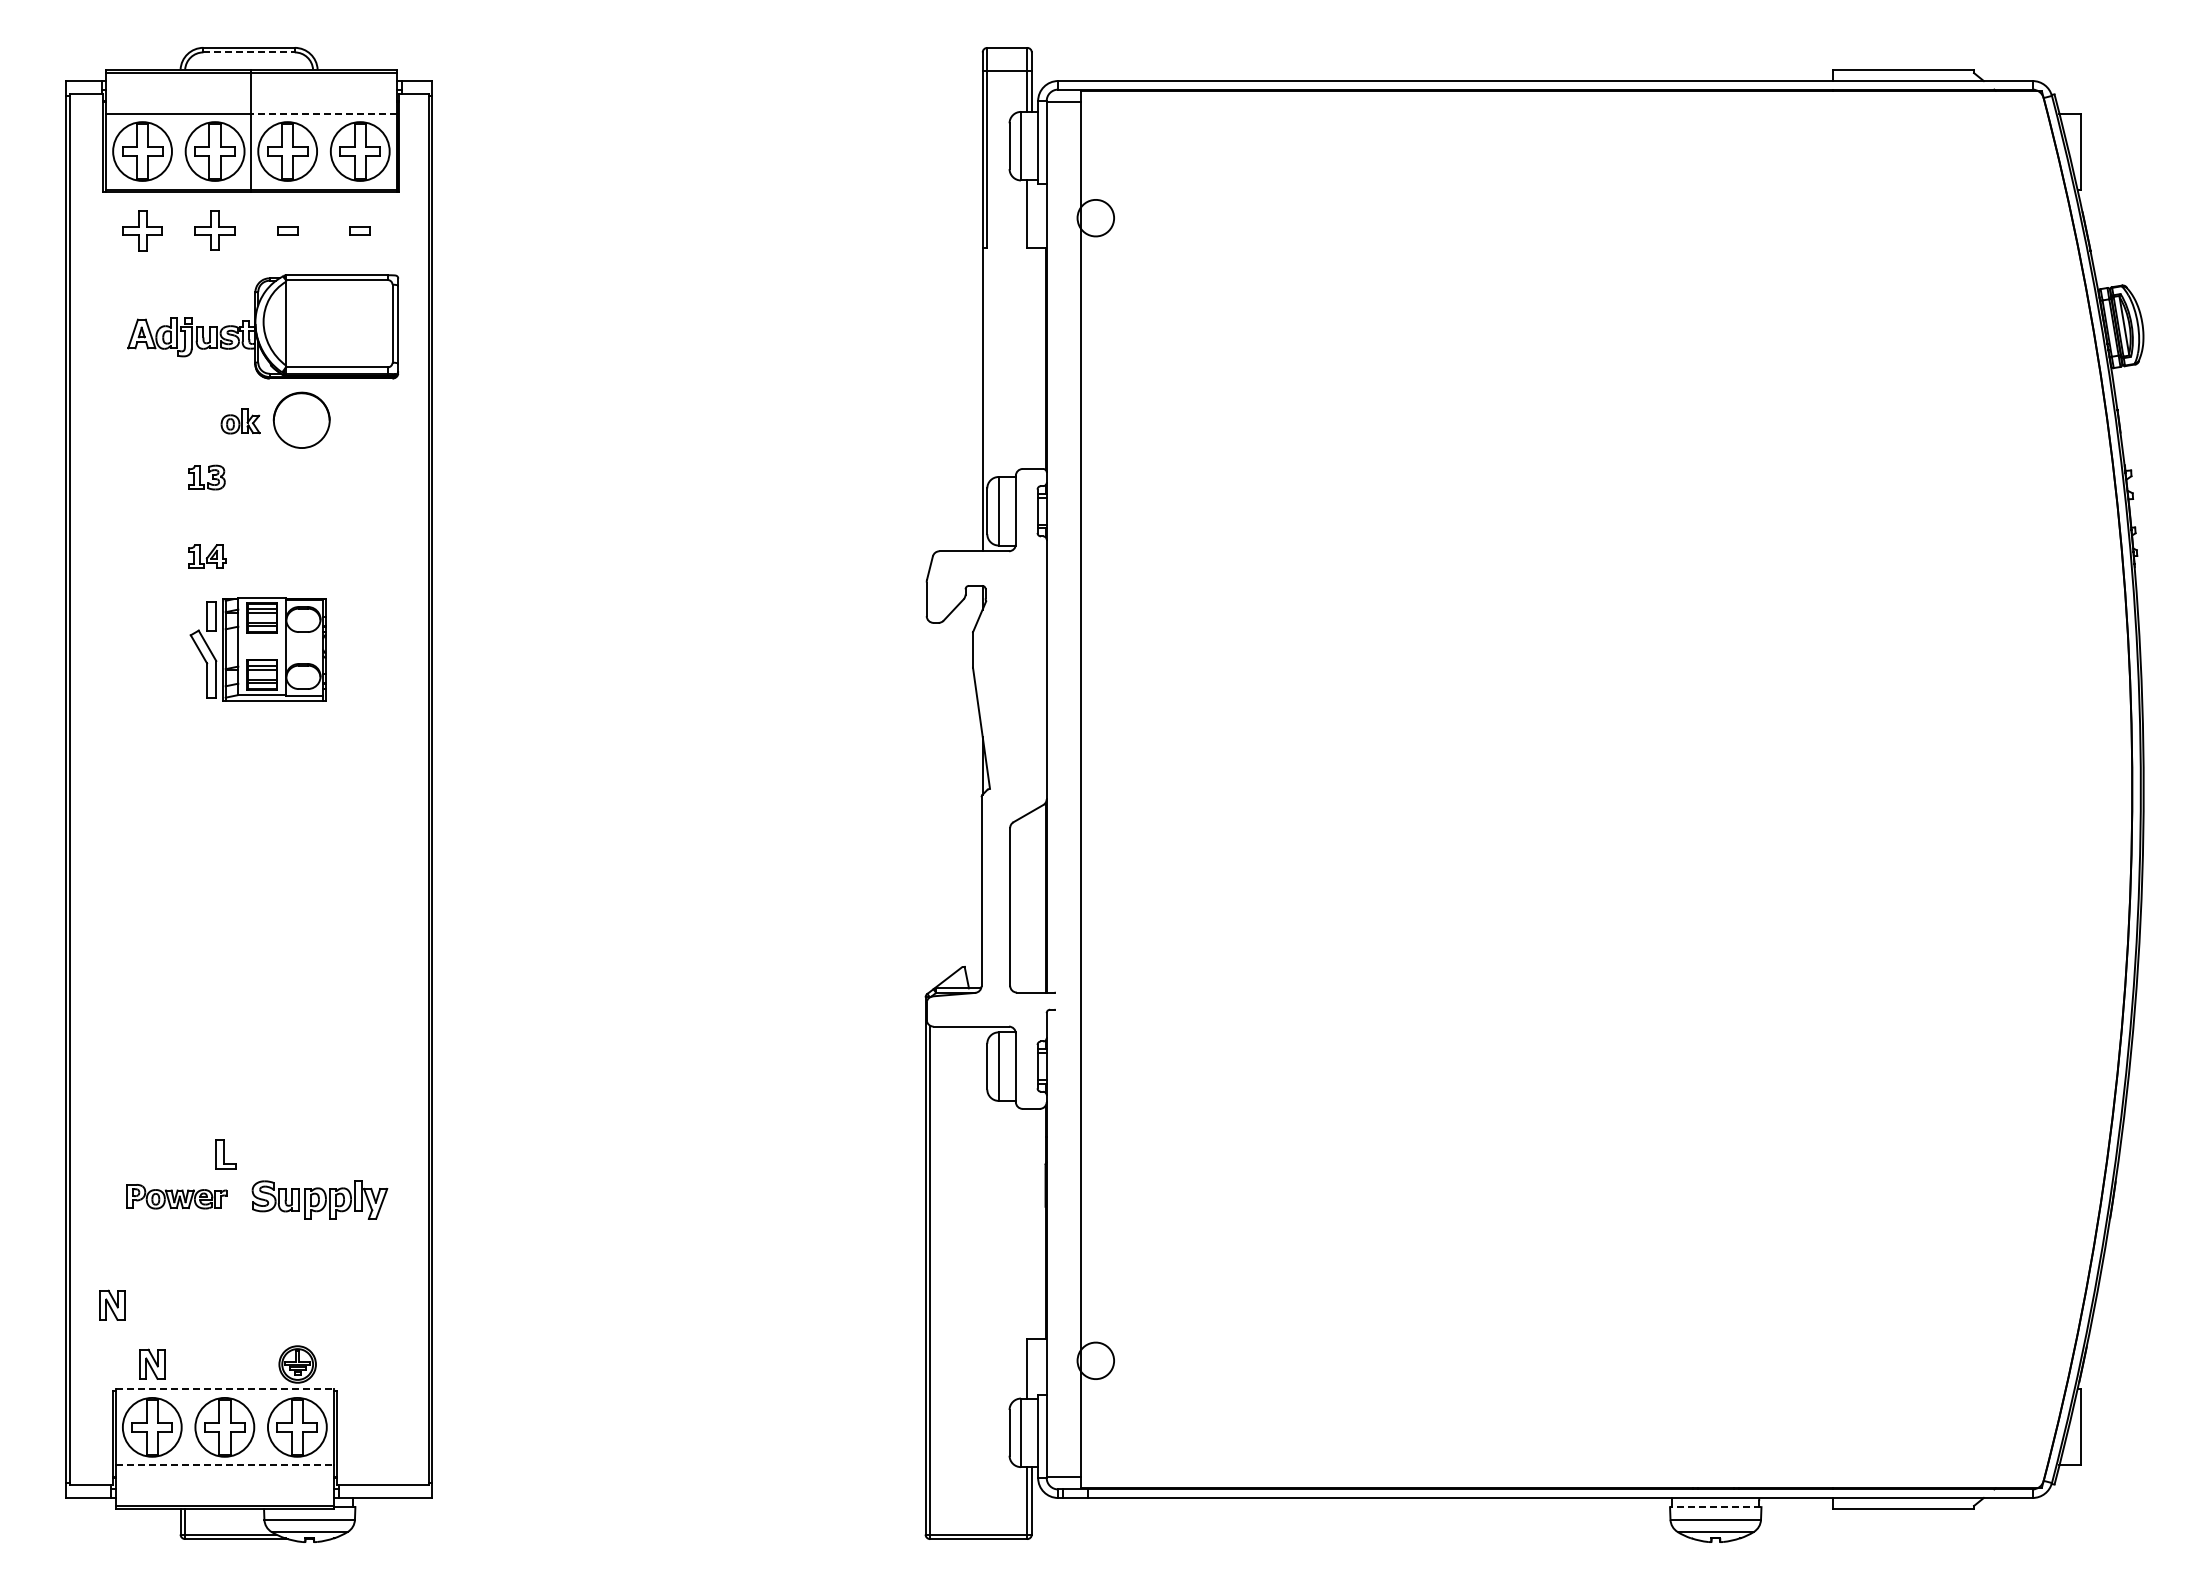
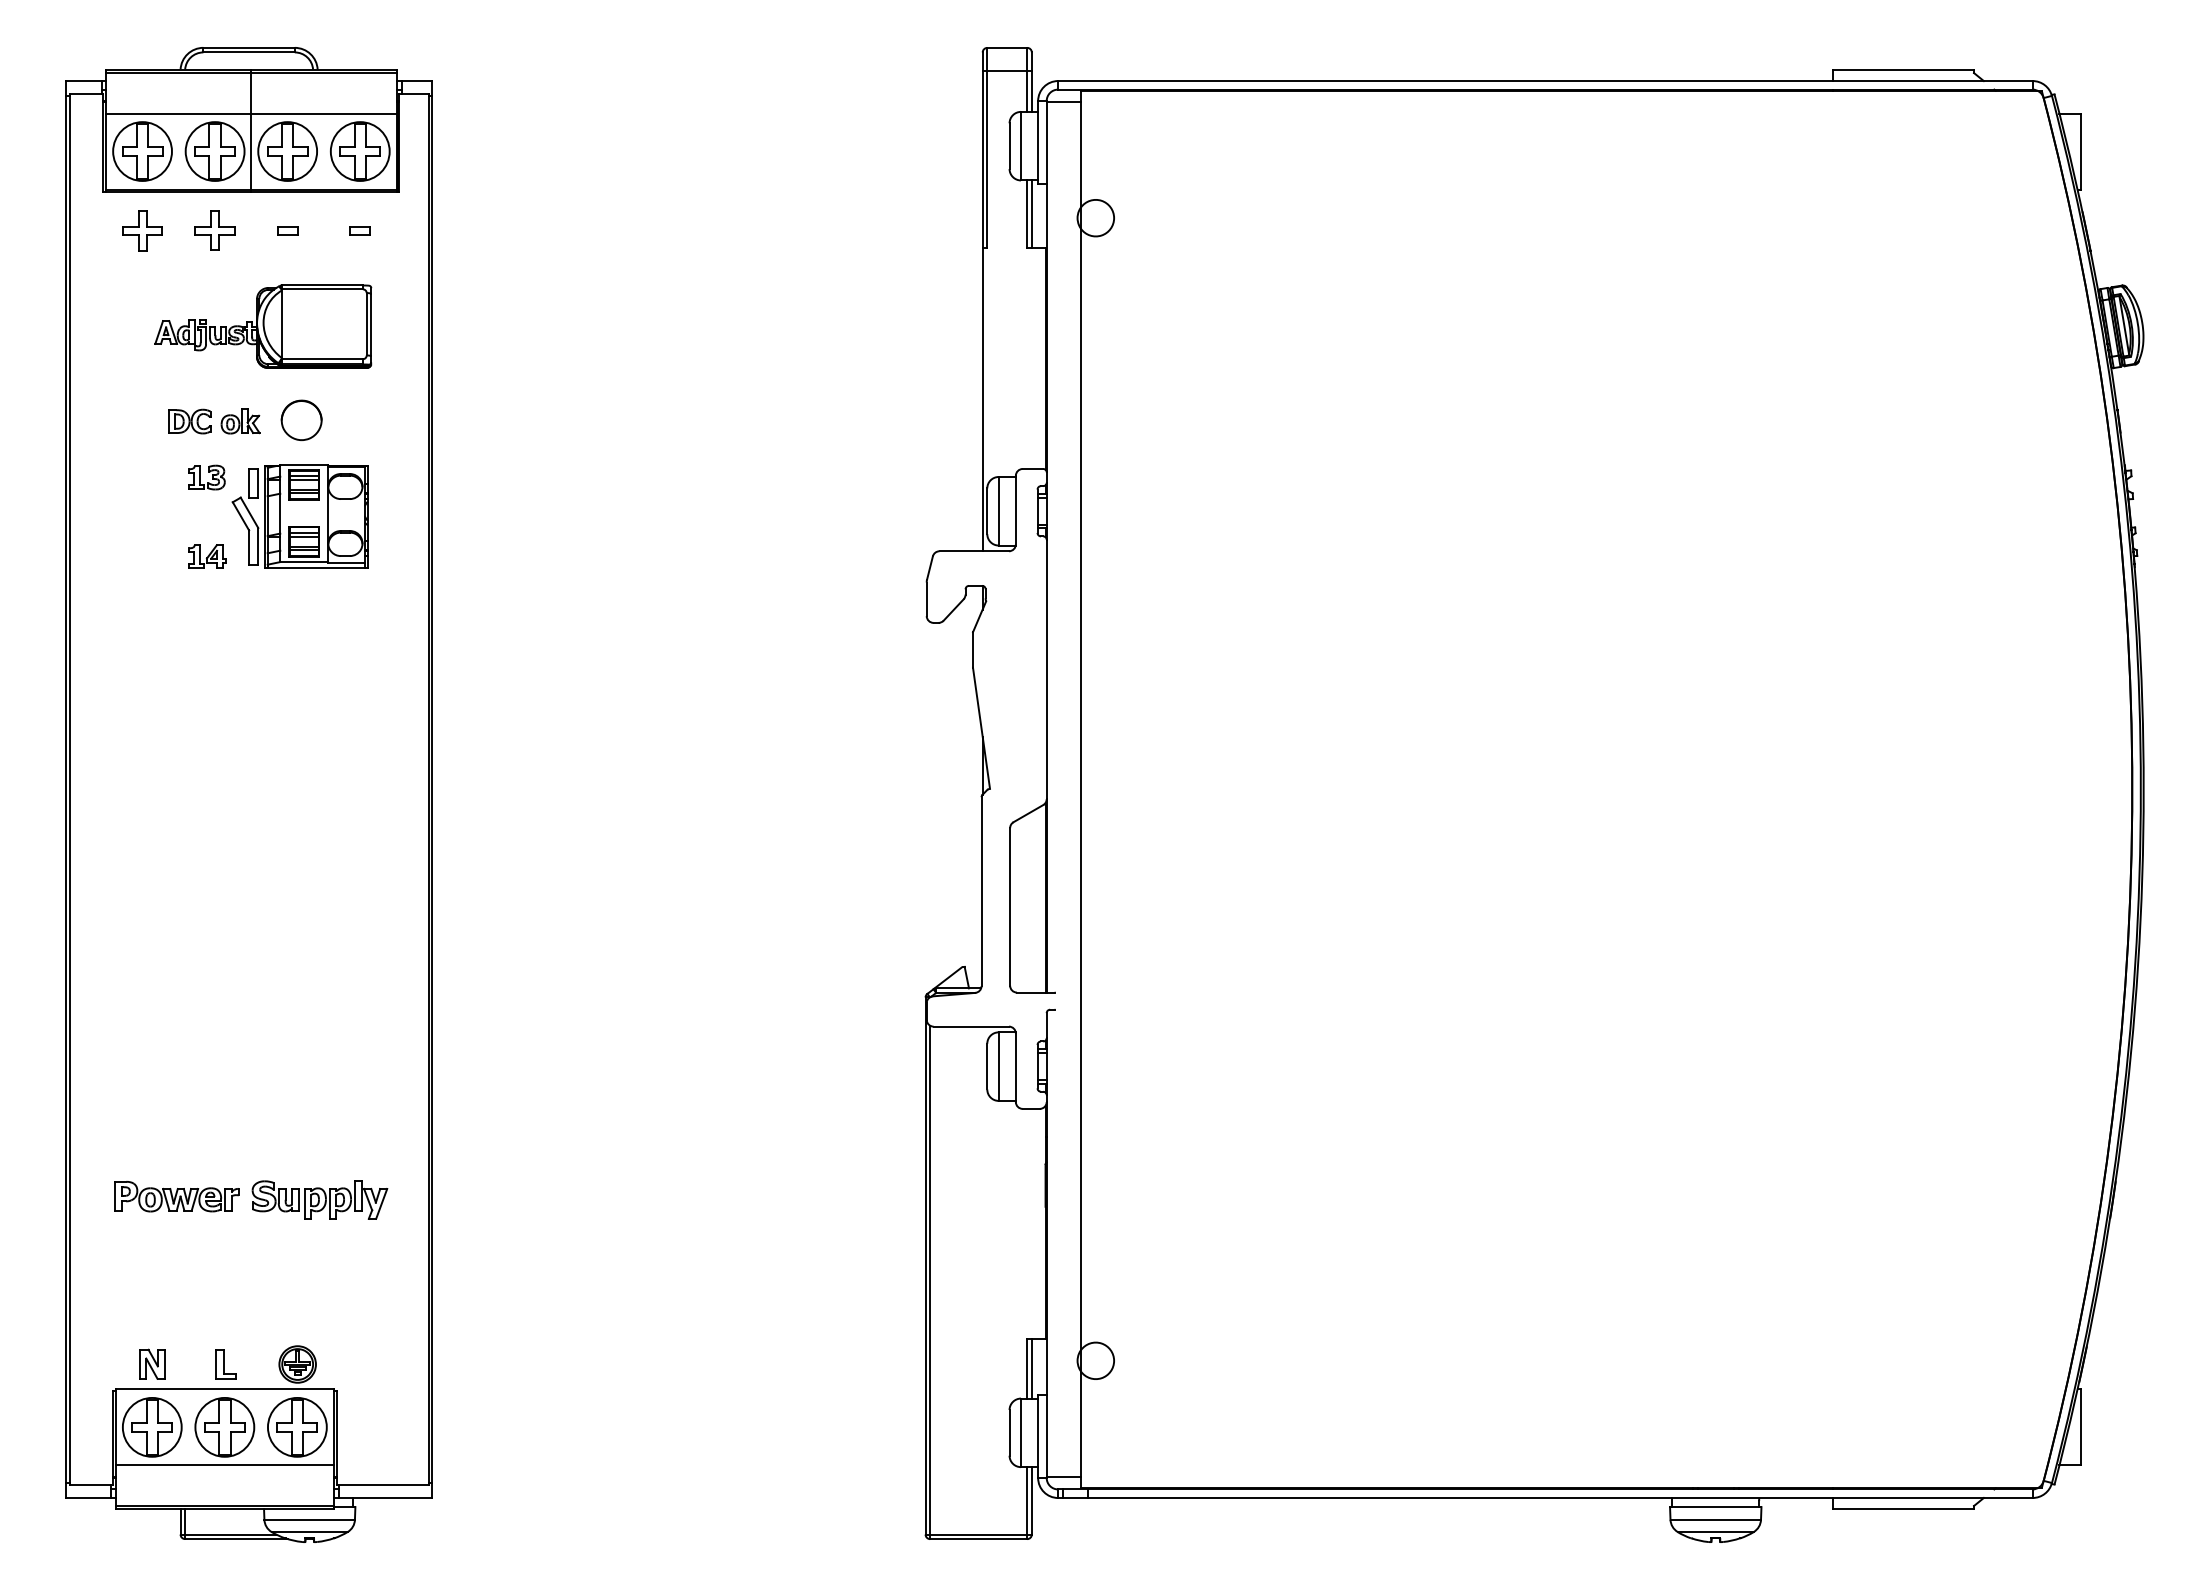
line at (249, 52): dashed -> solid
line at (323, 113): dashed -> solid
line at (1031, 213): none -> present
part at (263, 326) size: 273x106 px -> 219x85 px
part at (301, 419) size: 59x58 px -> 43x43 px
part at (189, 421): none -> present
part at (257, 649) position: (257, 649) -> (299, 516)
part at (225, 1154) position: (225, 1154) -> (225, 1364)
part at (176, 1196) size: 102x26 px -> 126x32 px
part at (112, 1304): present -> none
line at (1031, 1368): none -> present
line at (224, 1389): dashed -> solid
line at (224, 1465): dashed -> solid
line at (1715, 1507): dashed -> solid
